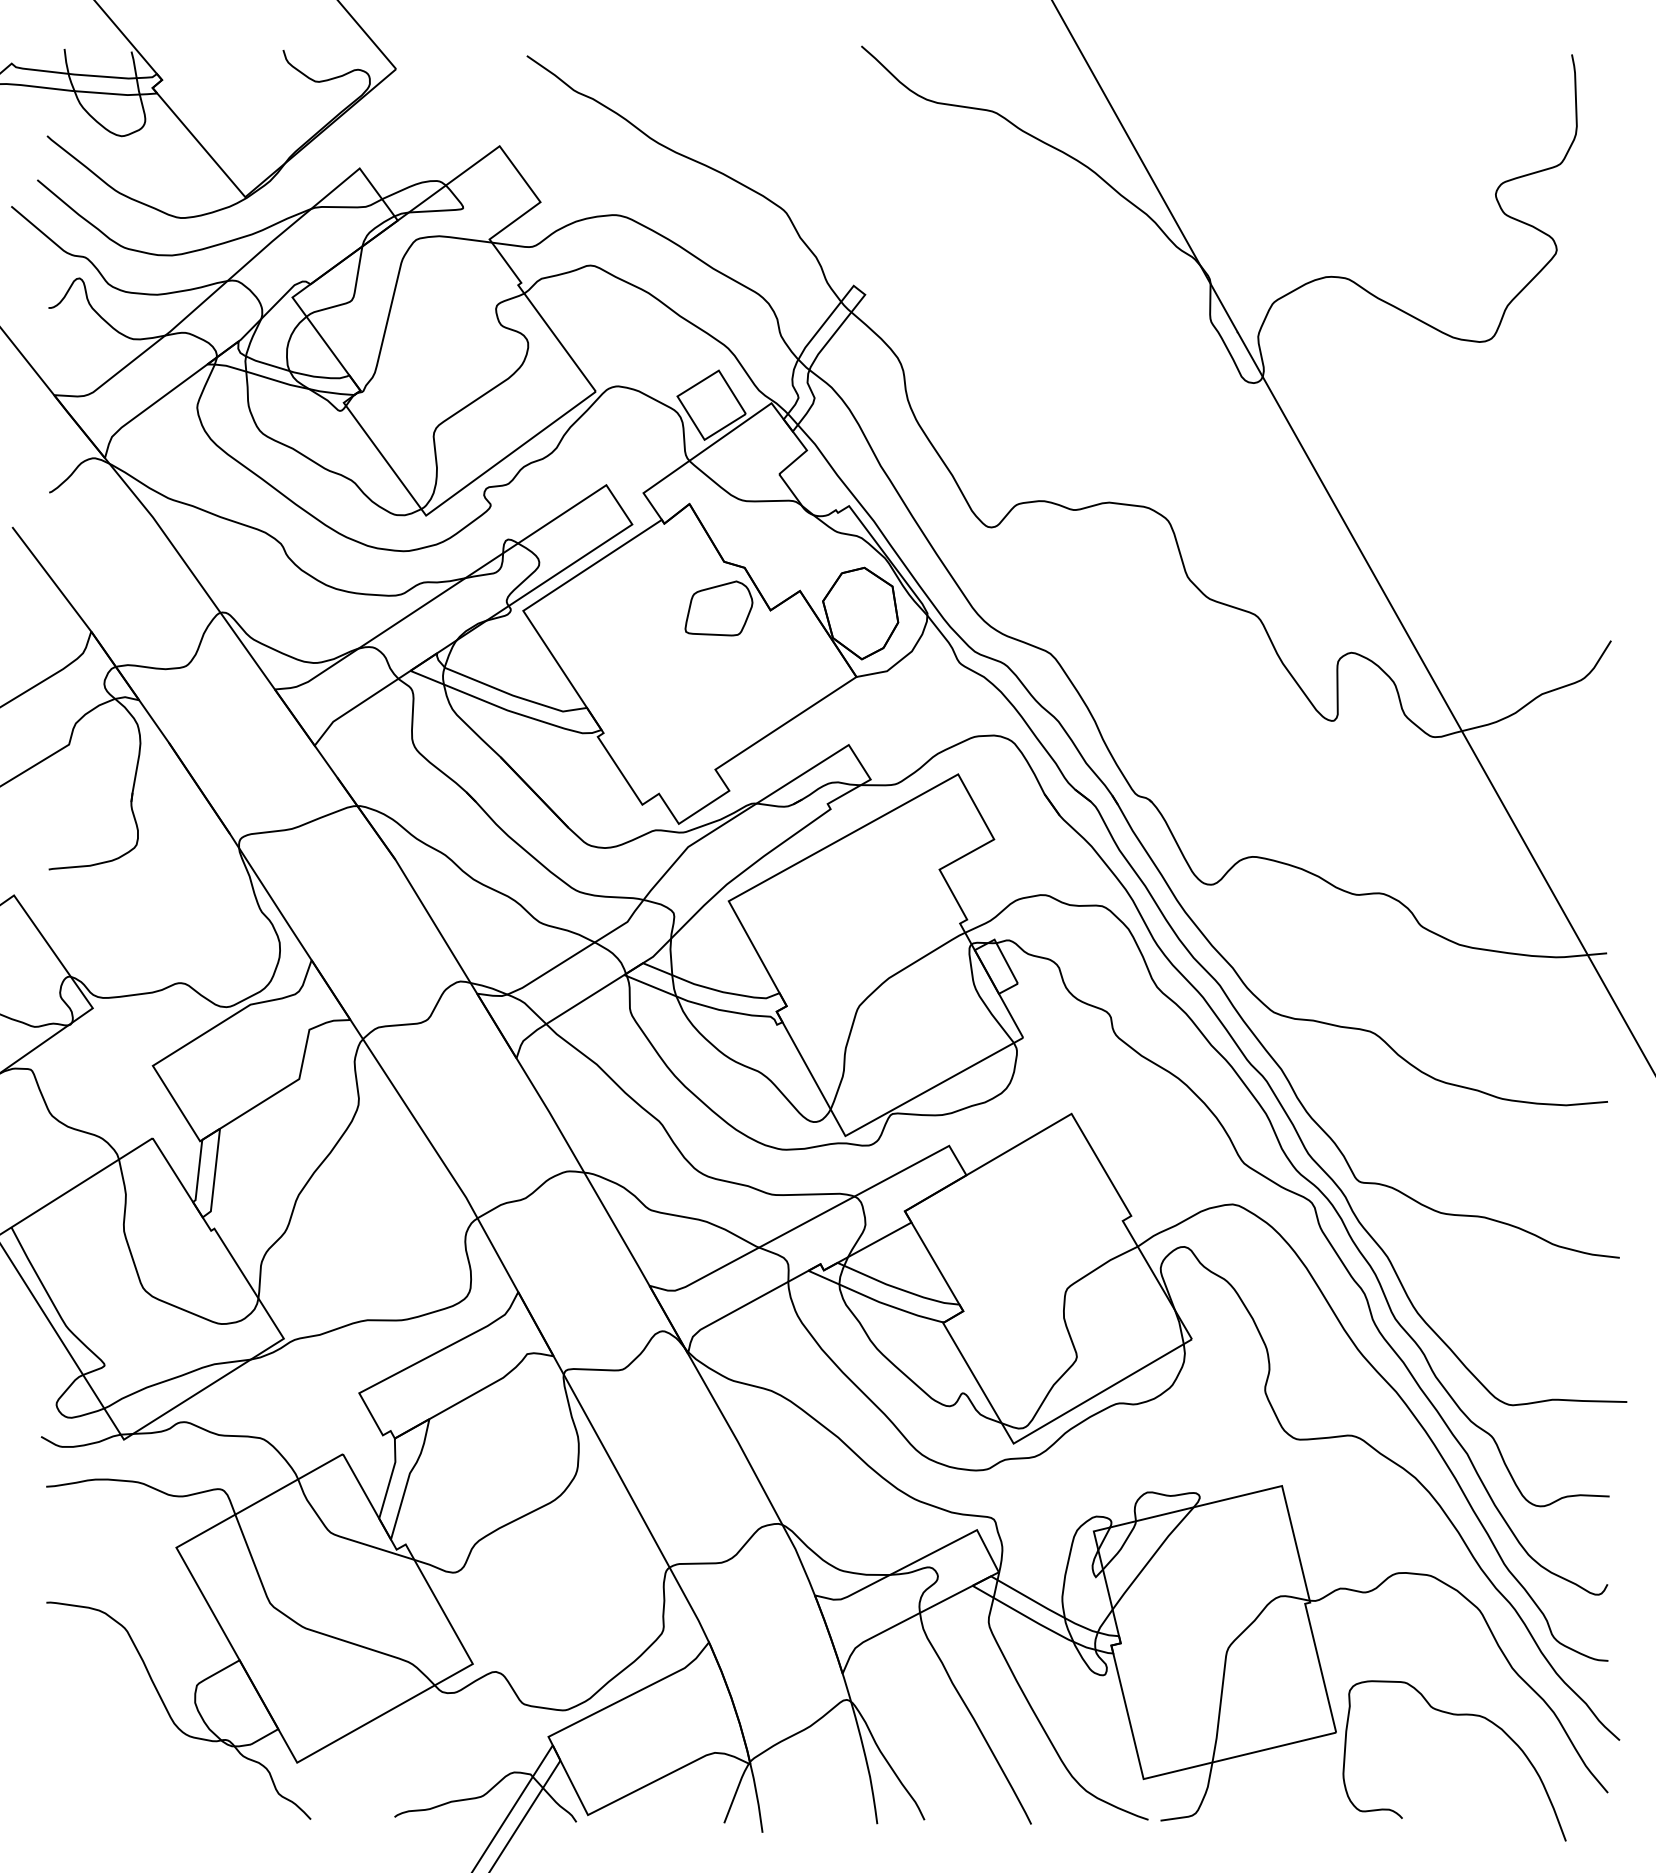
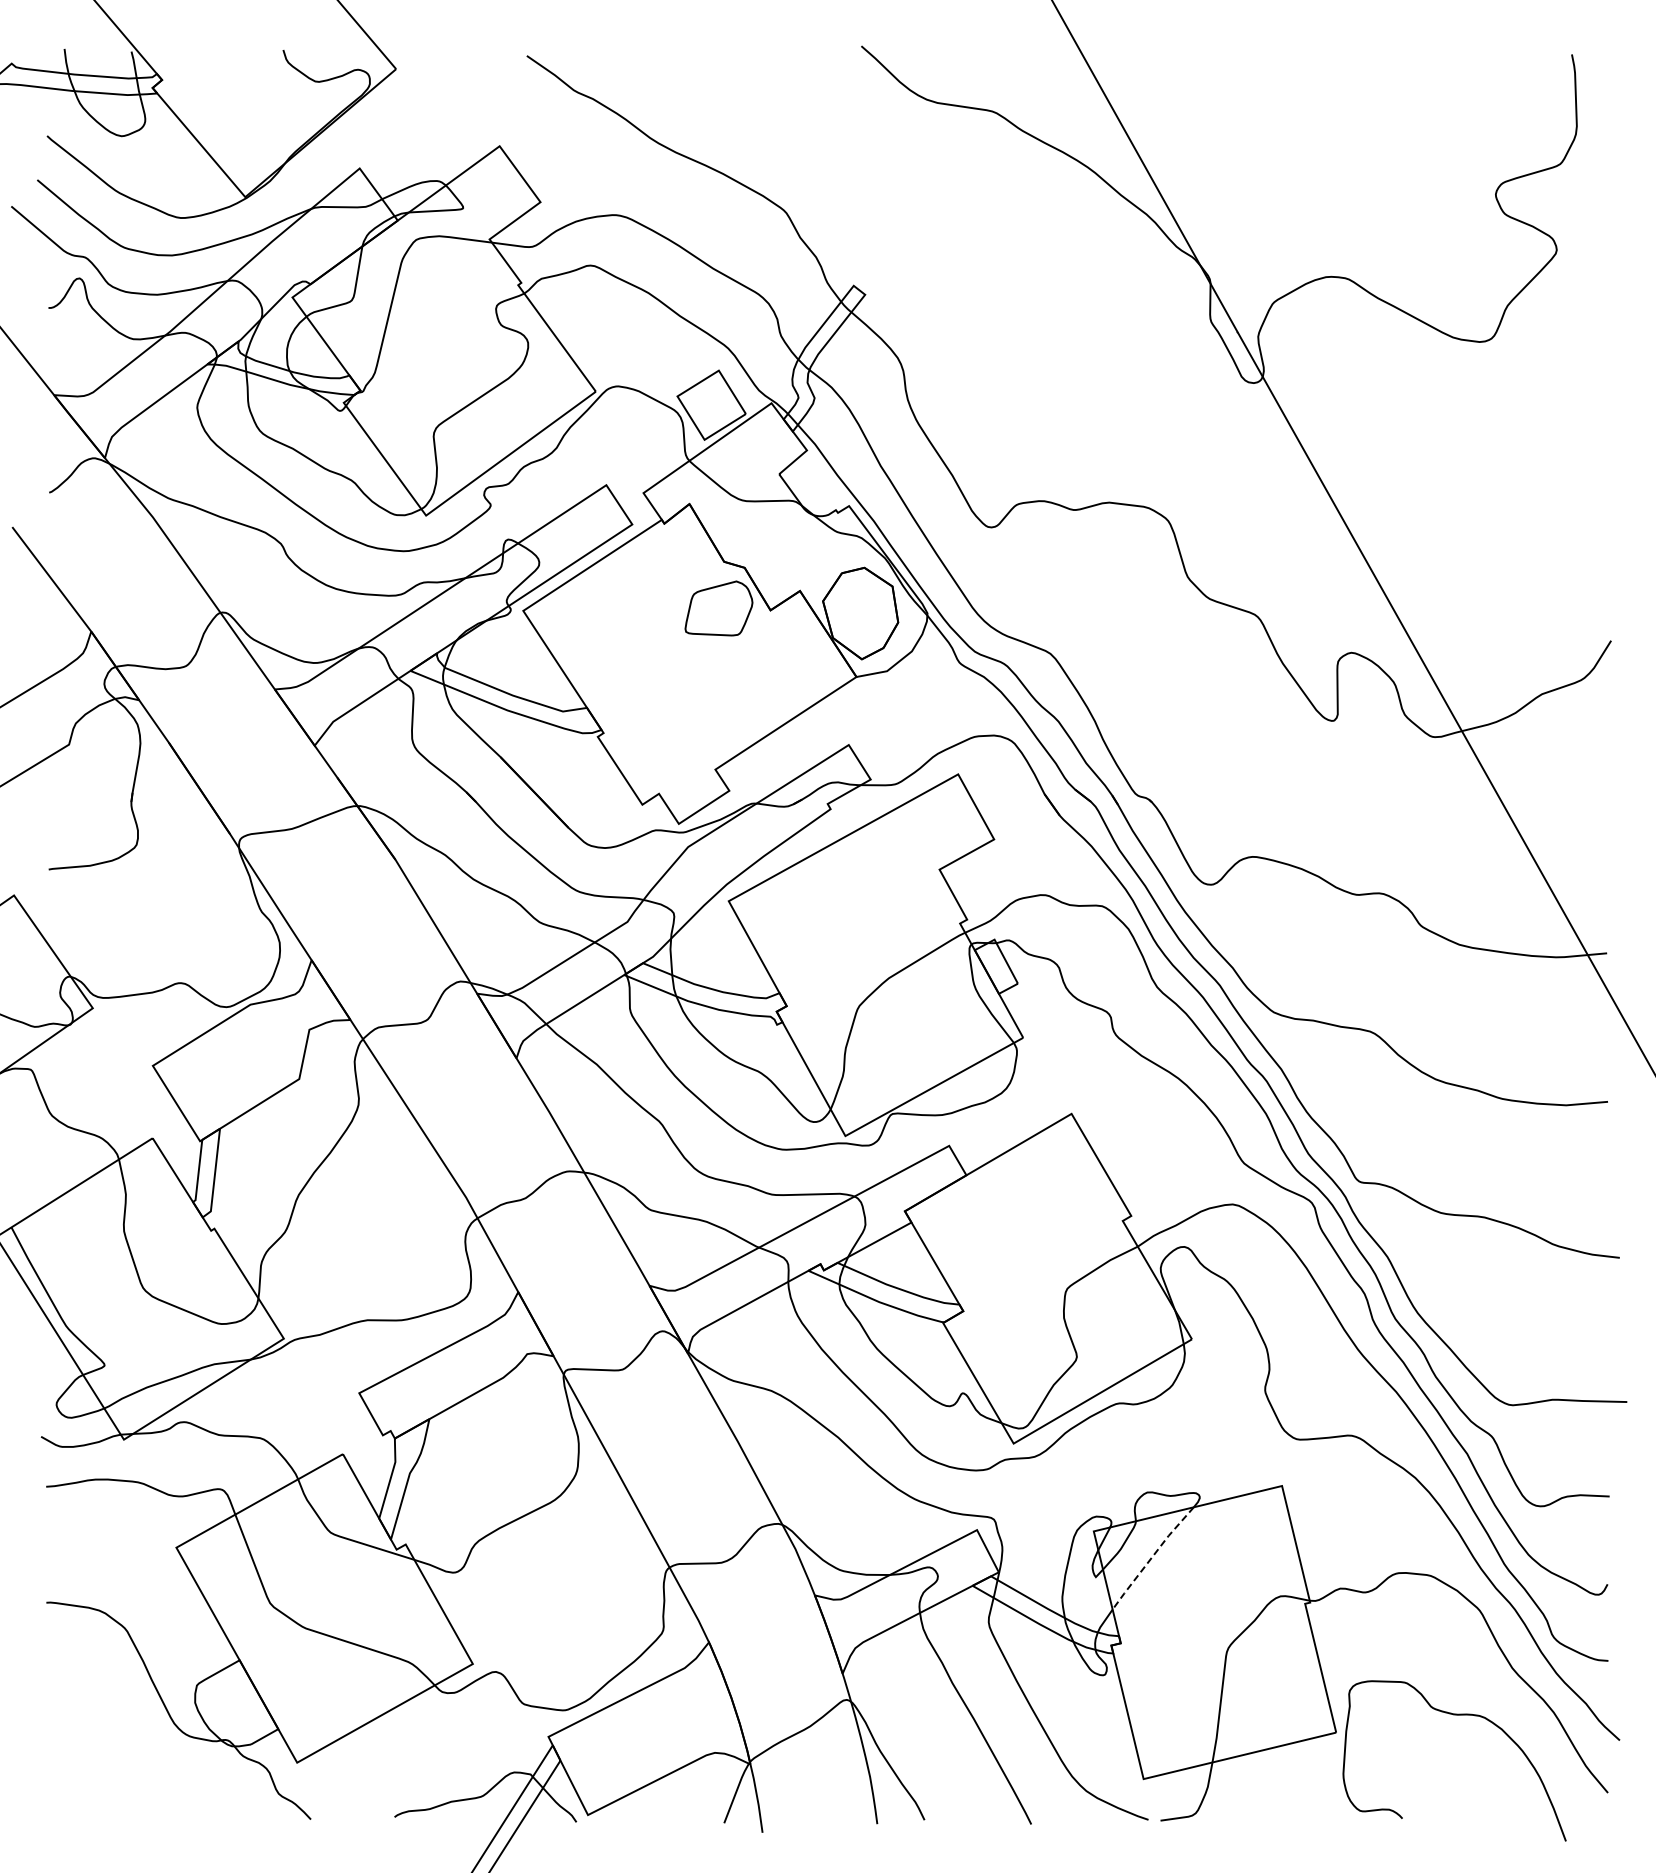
line at (1152, 1557): solid -> dashed
